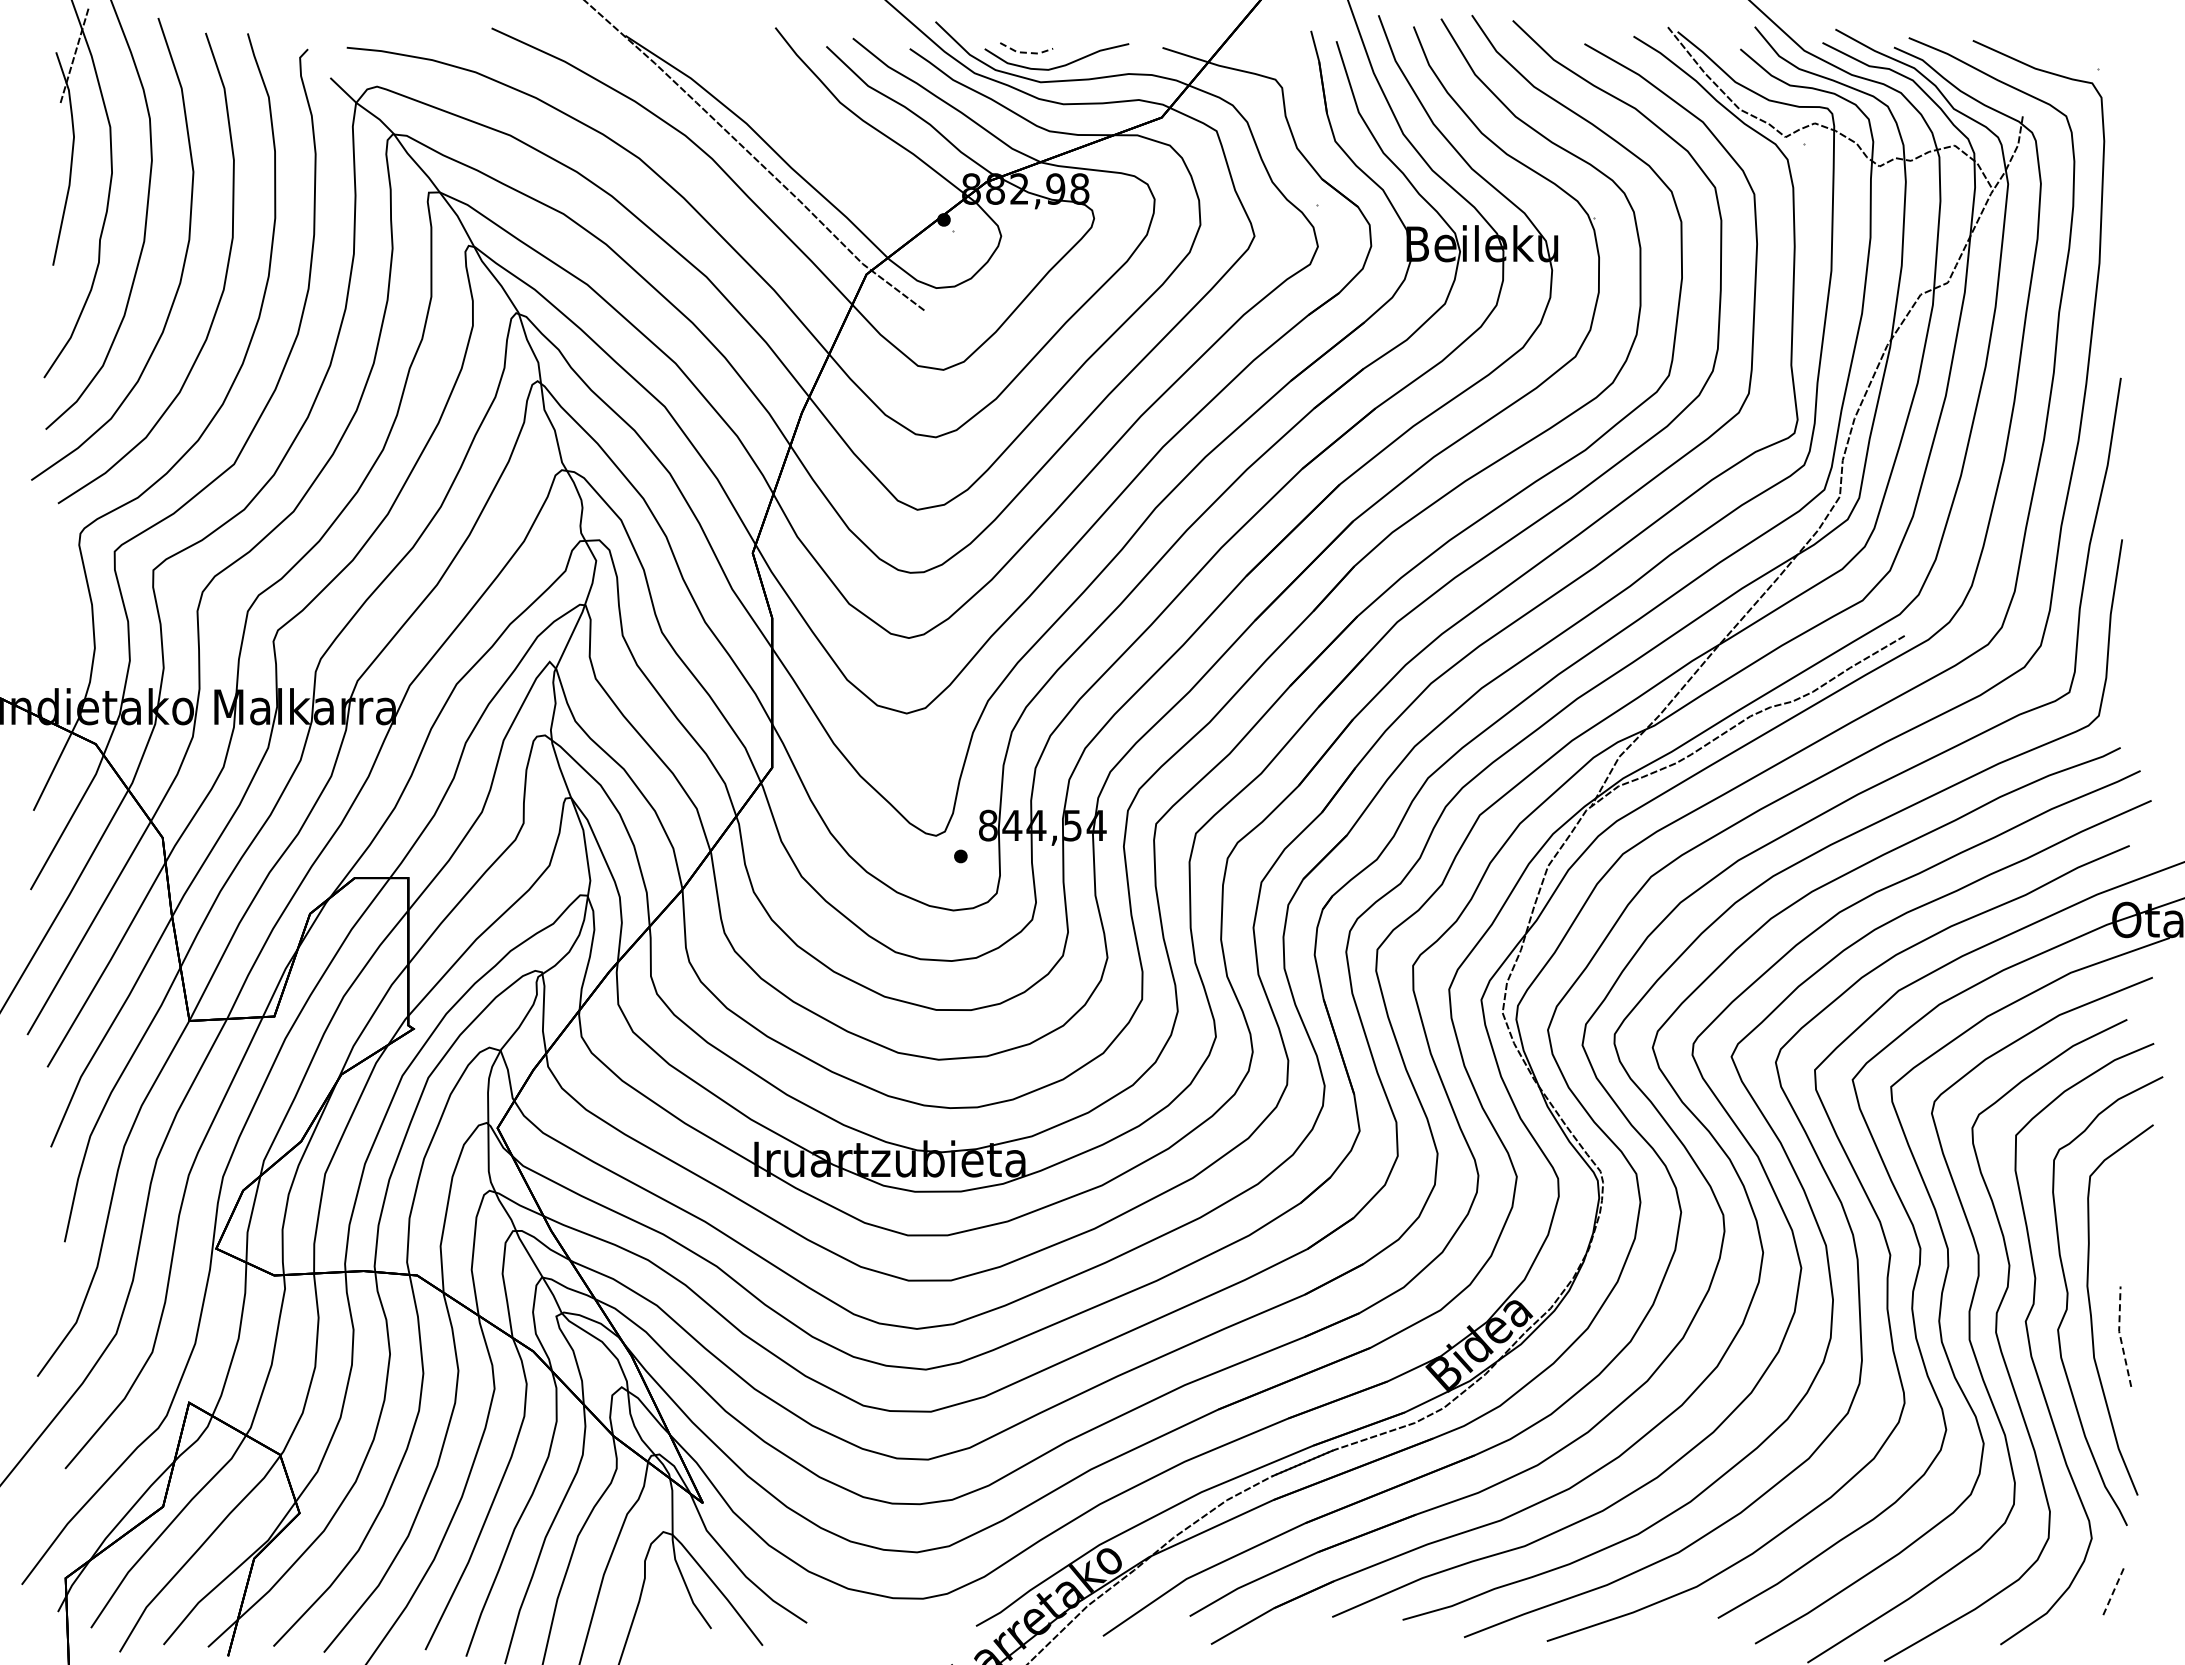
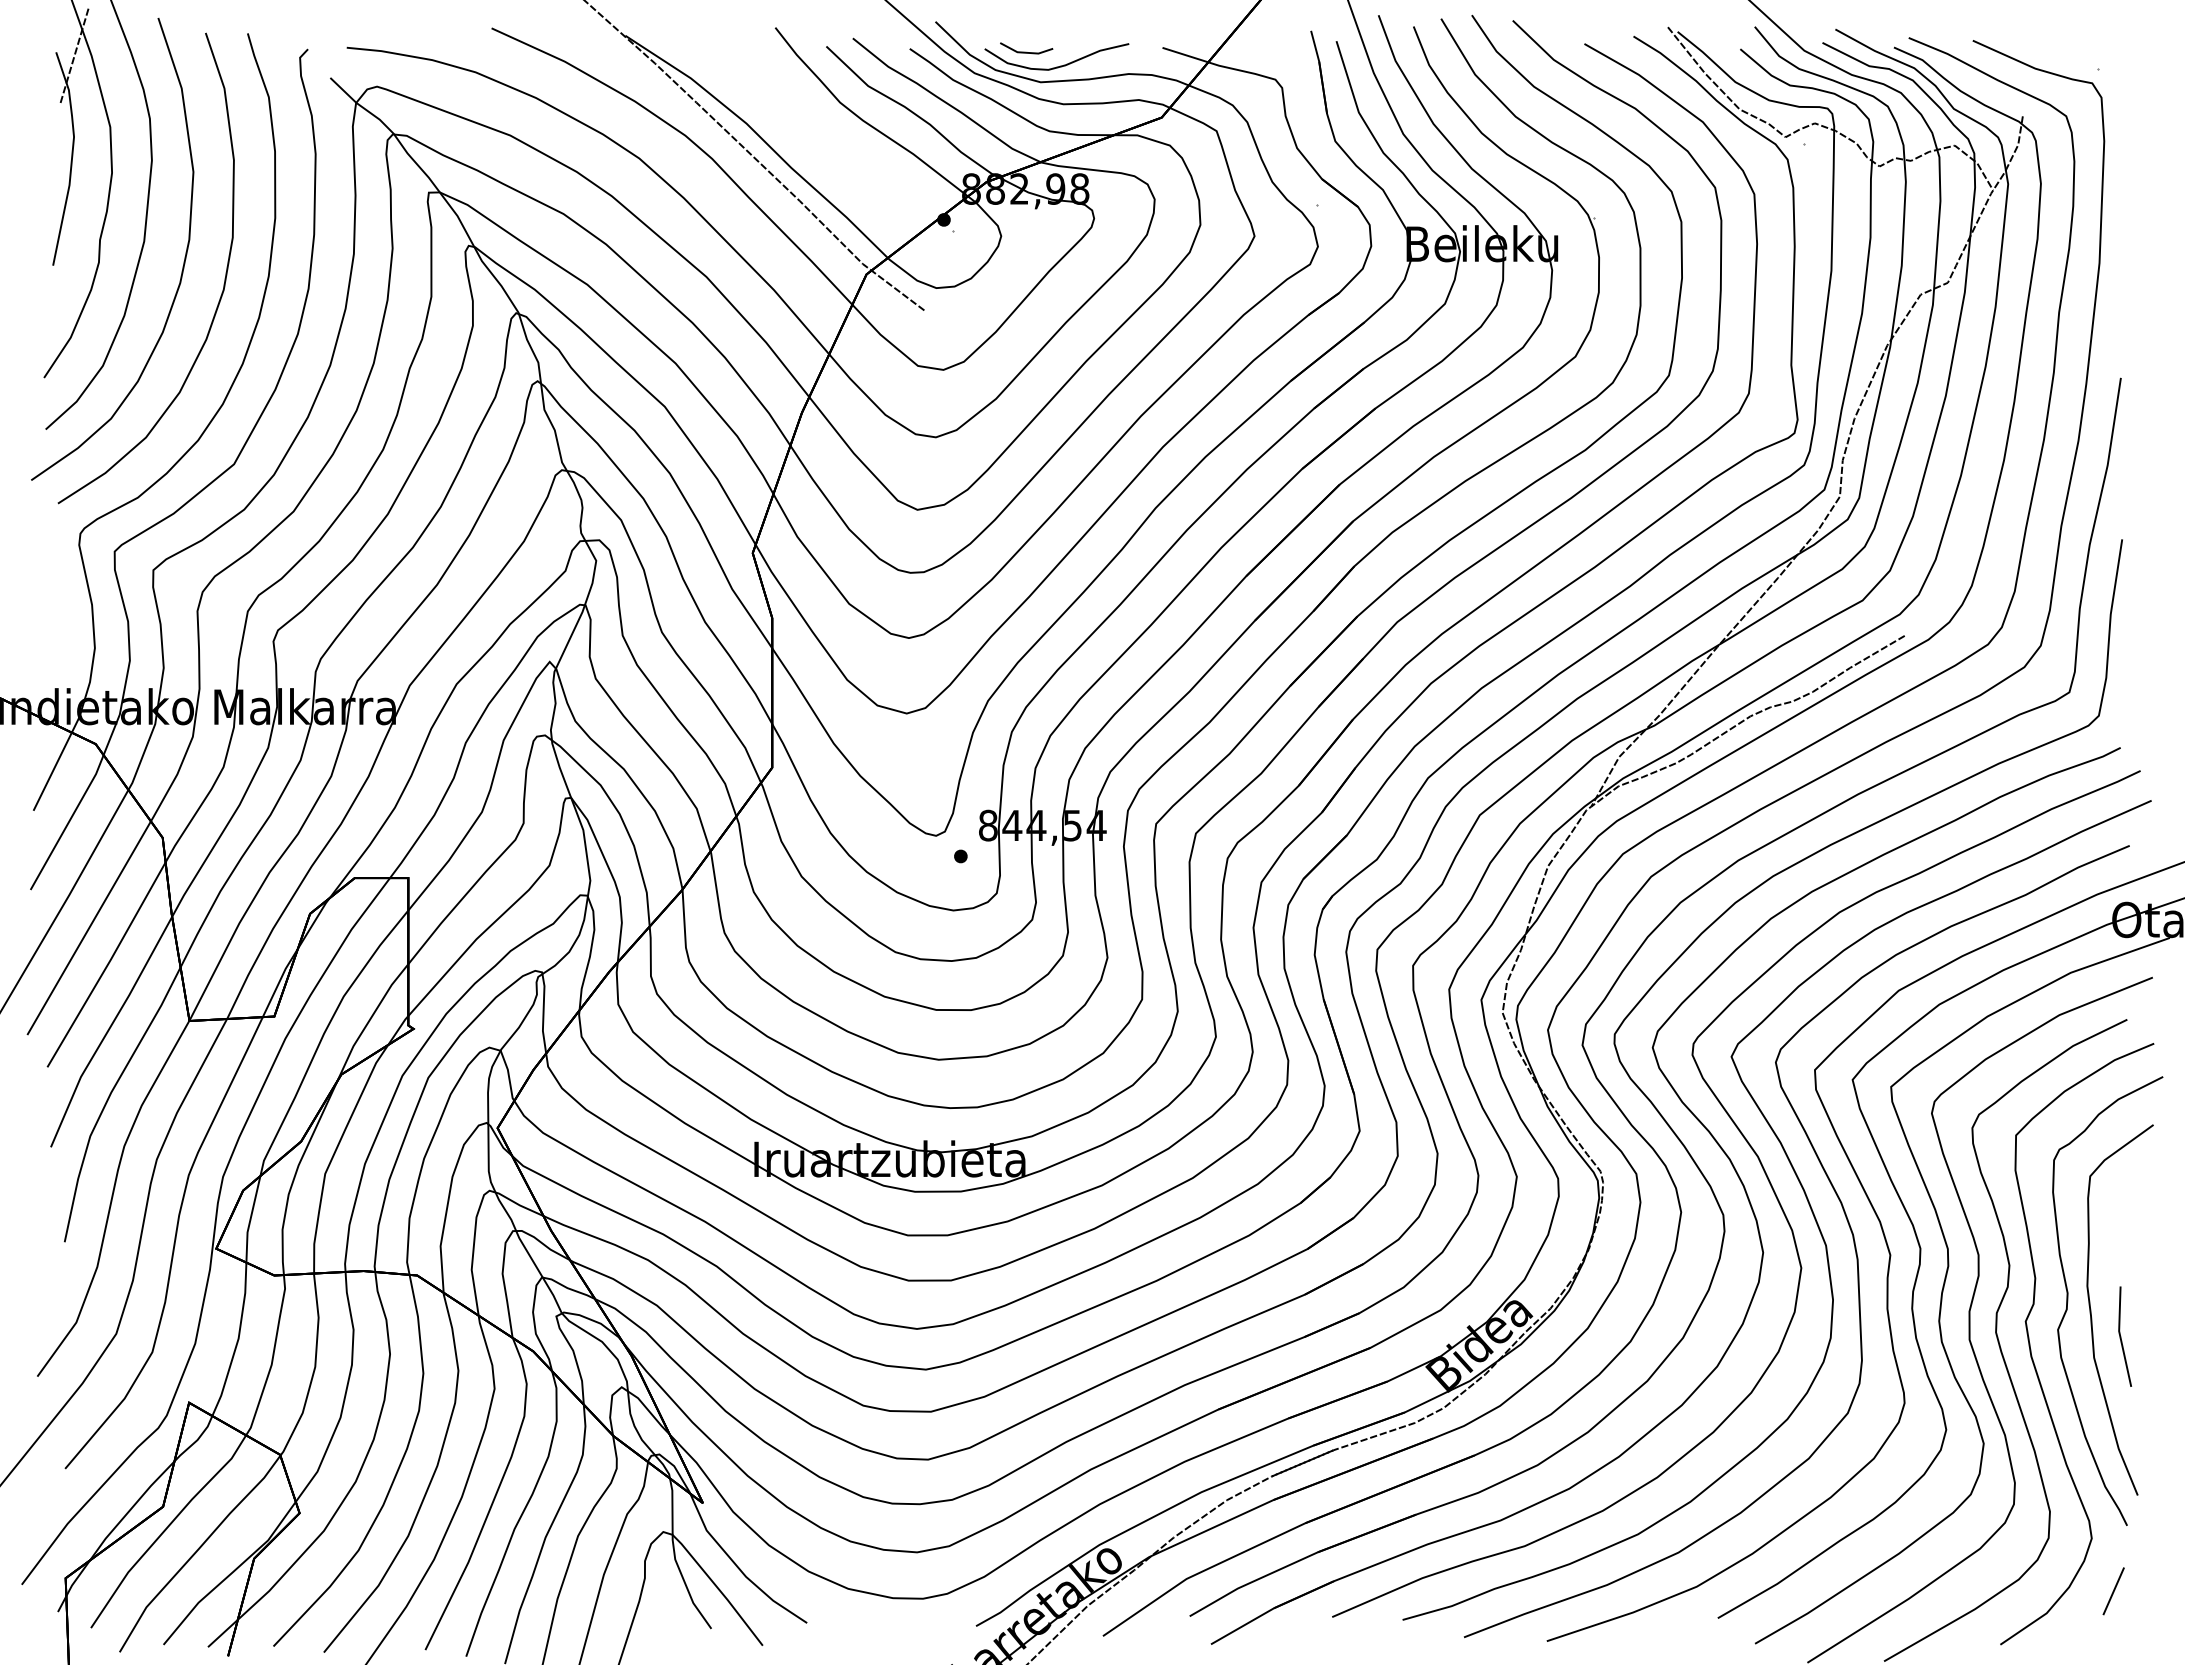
line at (1026, 52): dashed -> solid
line at (2120, 1336): dashed -> solid
line at (2113, 1591): dashed -> solid
